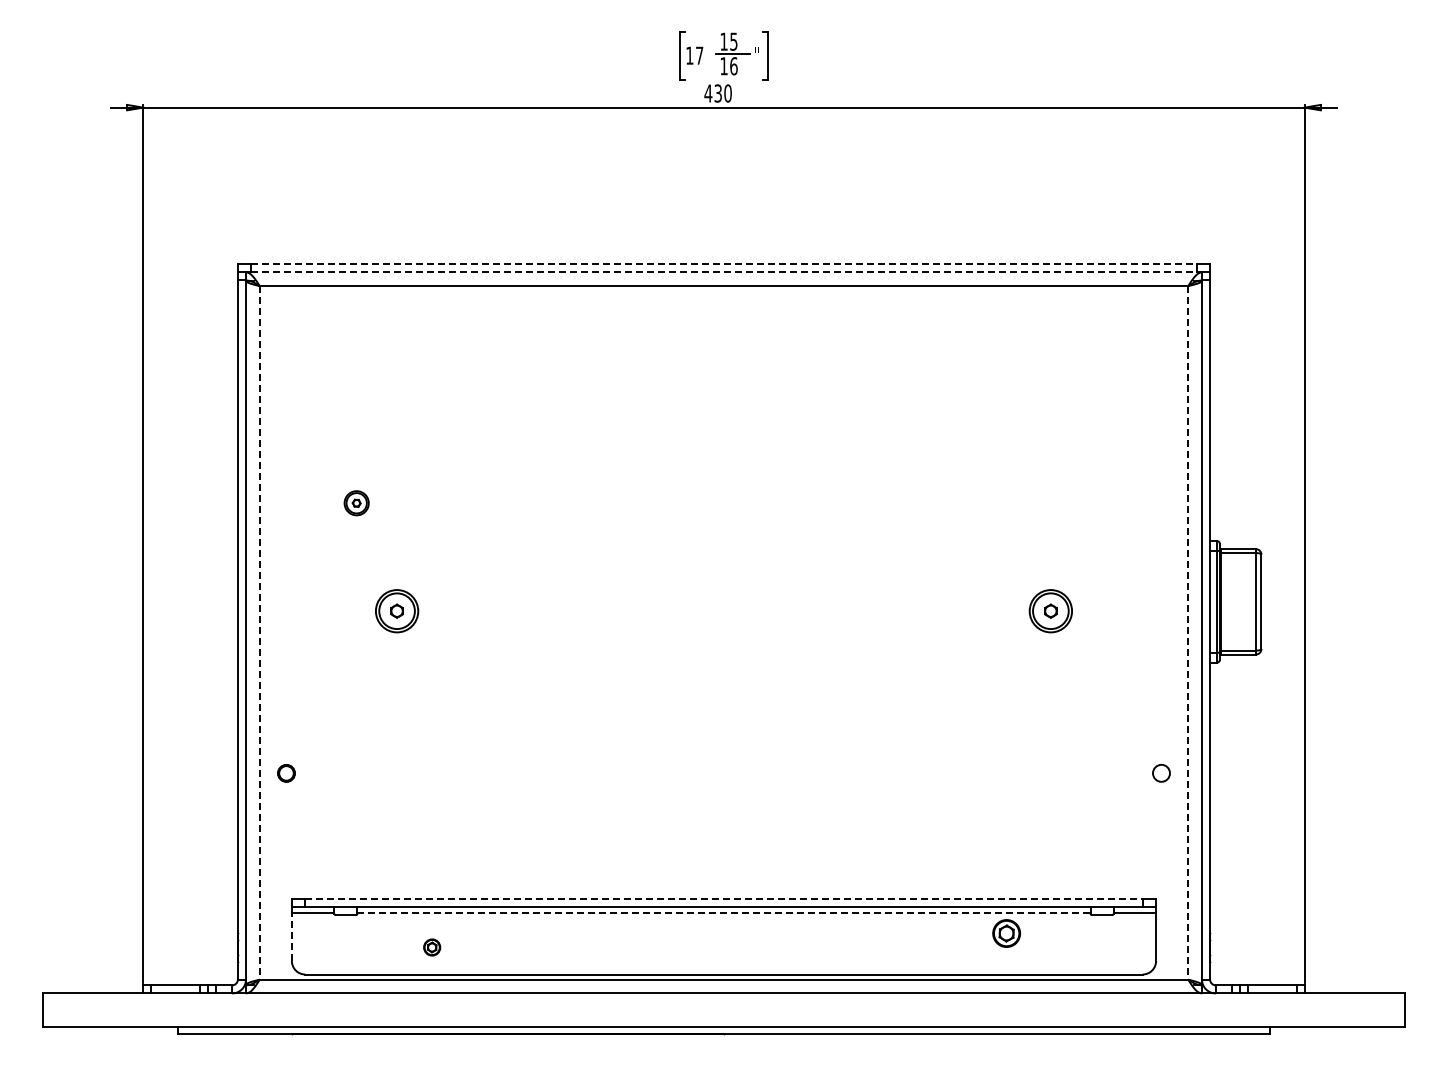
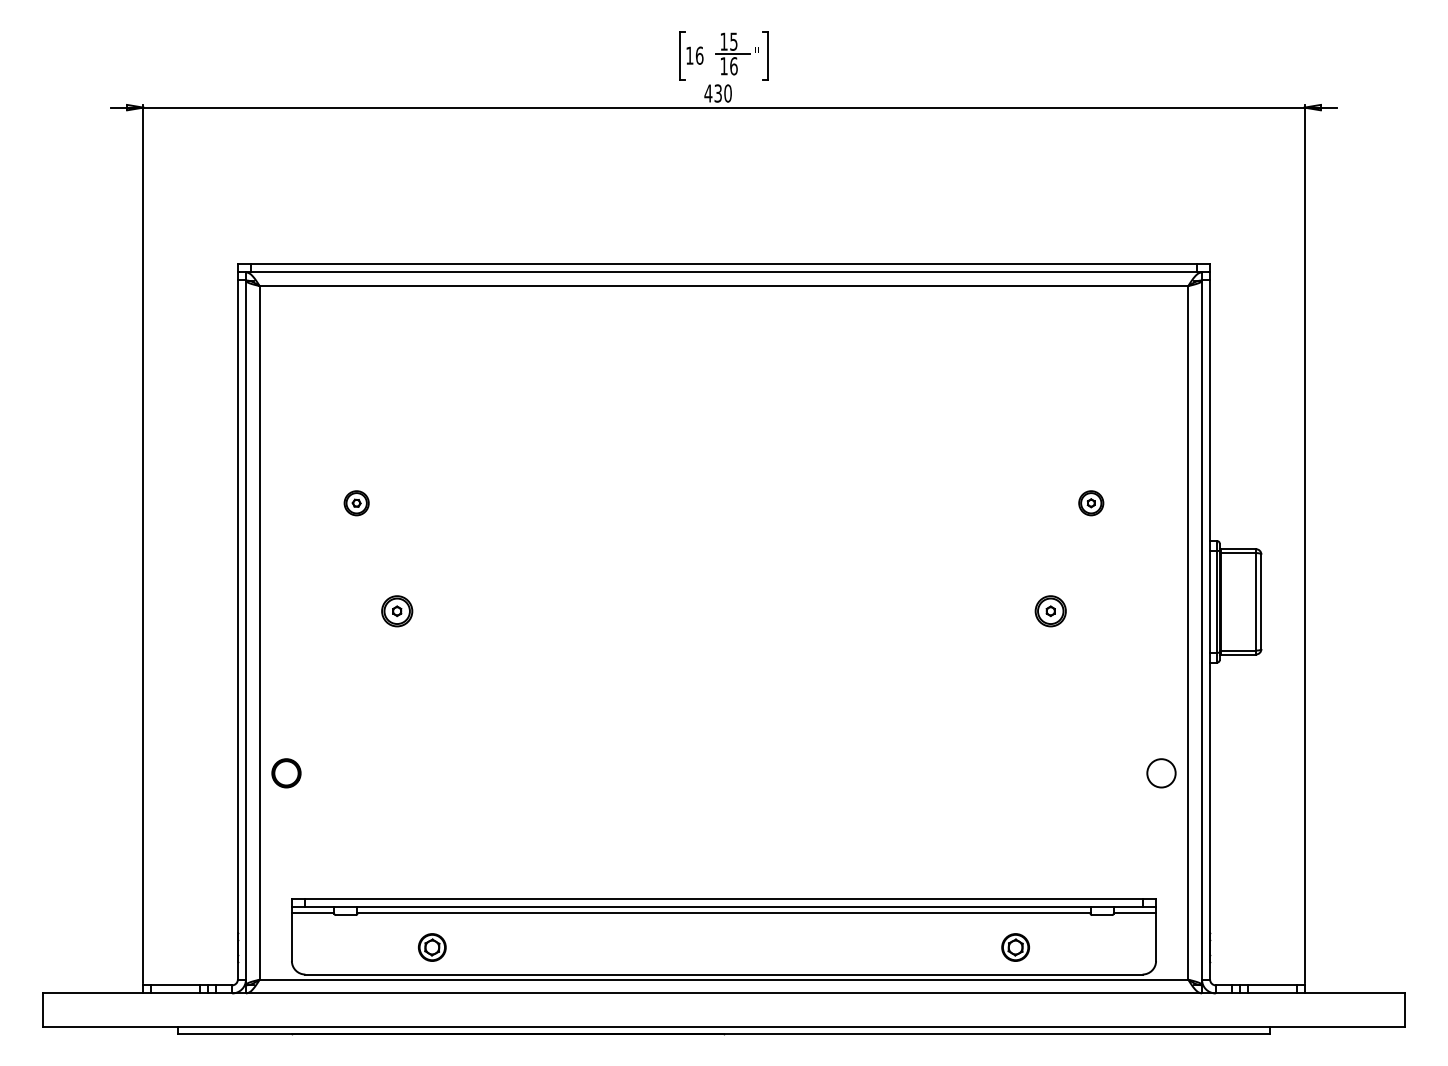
text at (699, 55): 17 -> 16
line at (723, 264): dashed -> solid
line at (723, 272): dashed -> solid
part at (1091, 503): none -> present
part at (397, 611) size: 45x45 px -> 33x33 px
part at (1050, 611) size: 45x45 px -> 33x33 px
line at (259, 632): dashed -> solid
line at (1188, 632): dashed -> solid
circle at (1161, 772) diameter: 17 px -> 28 px
part at (286, 773) size: 19x19 px -> 31x31 px
line at (723, 898): dashed -> solid
line at (723, 912): dashed -> solid
part at (1006, 933) position: (1006, 933) -> (1015, 947)
line at (291, 936): dashed -> solid
part at (432, 947) size: 19x19 px -> 30x29 px
